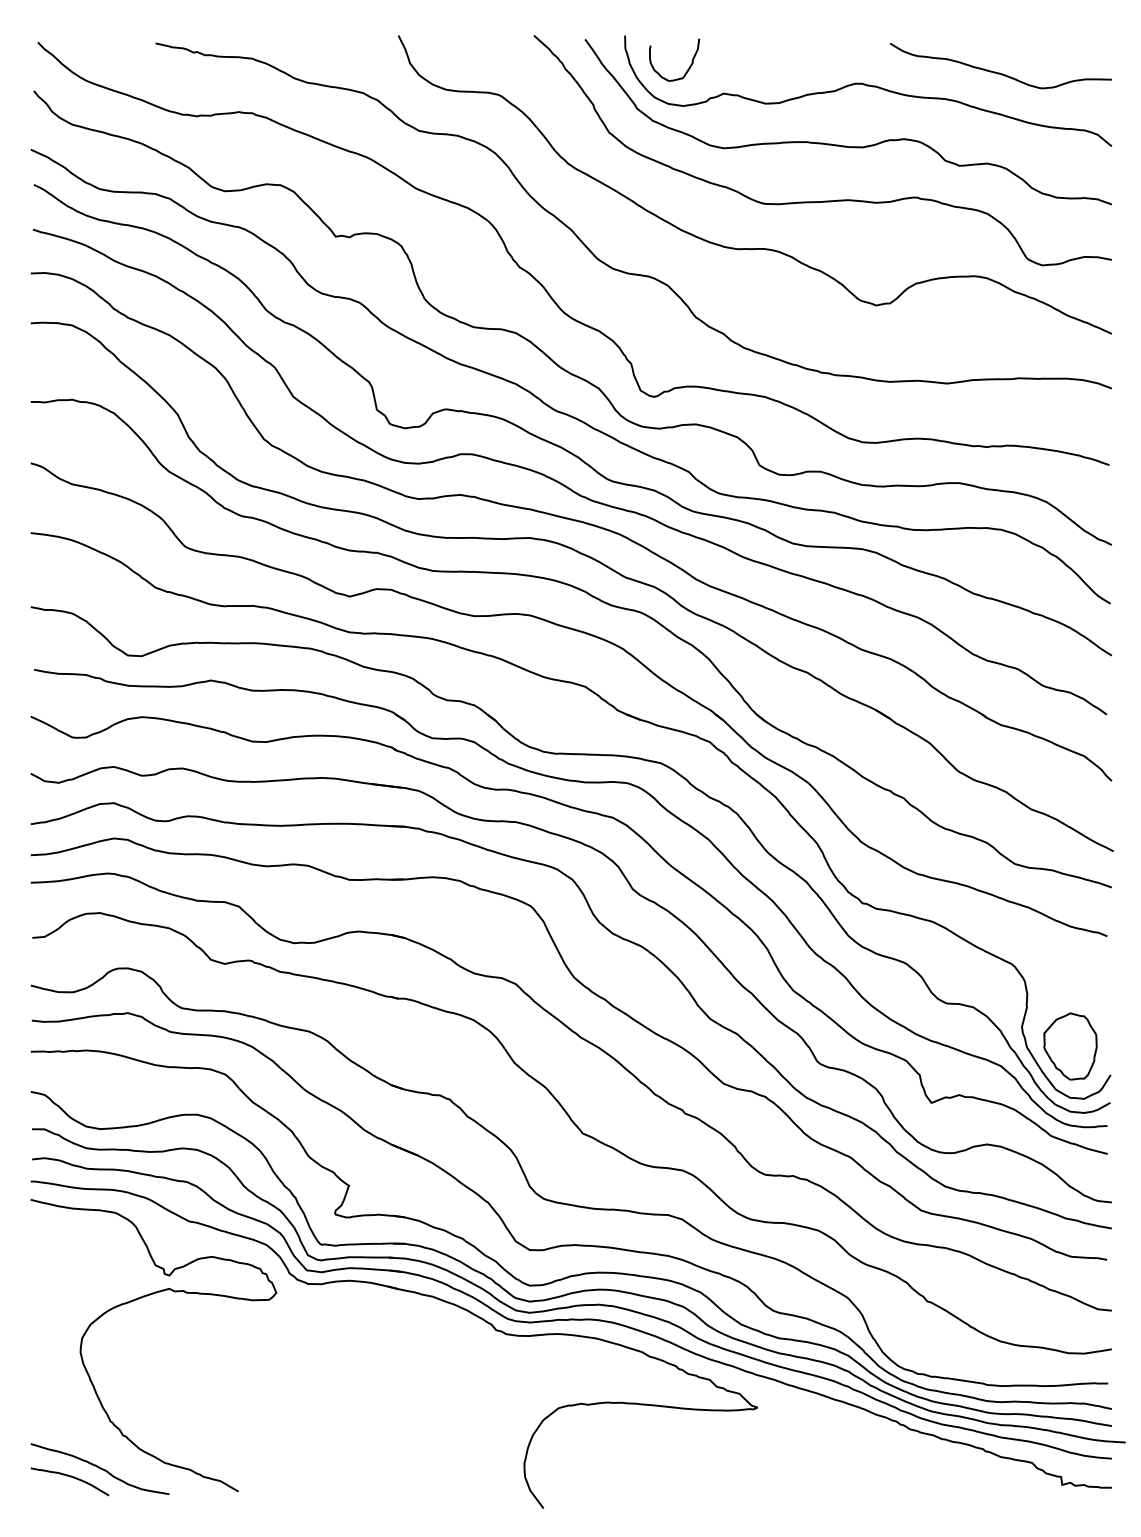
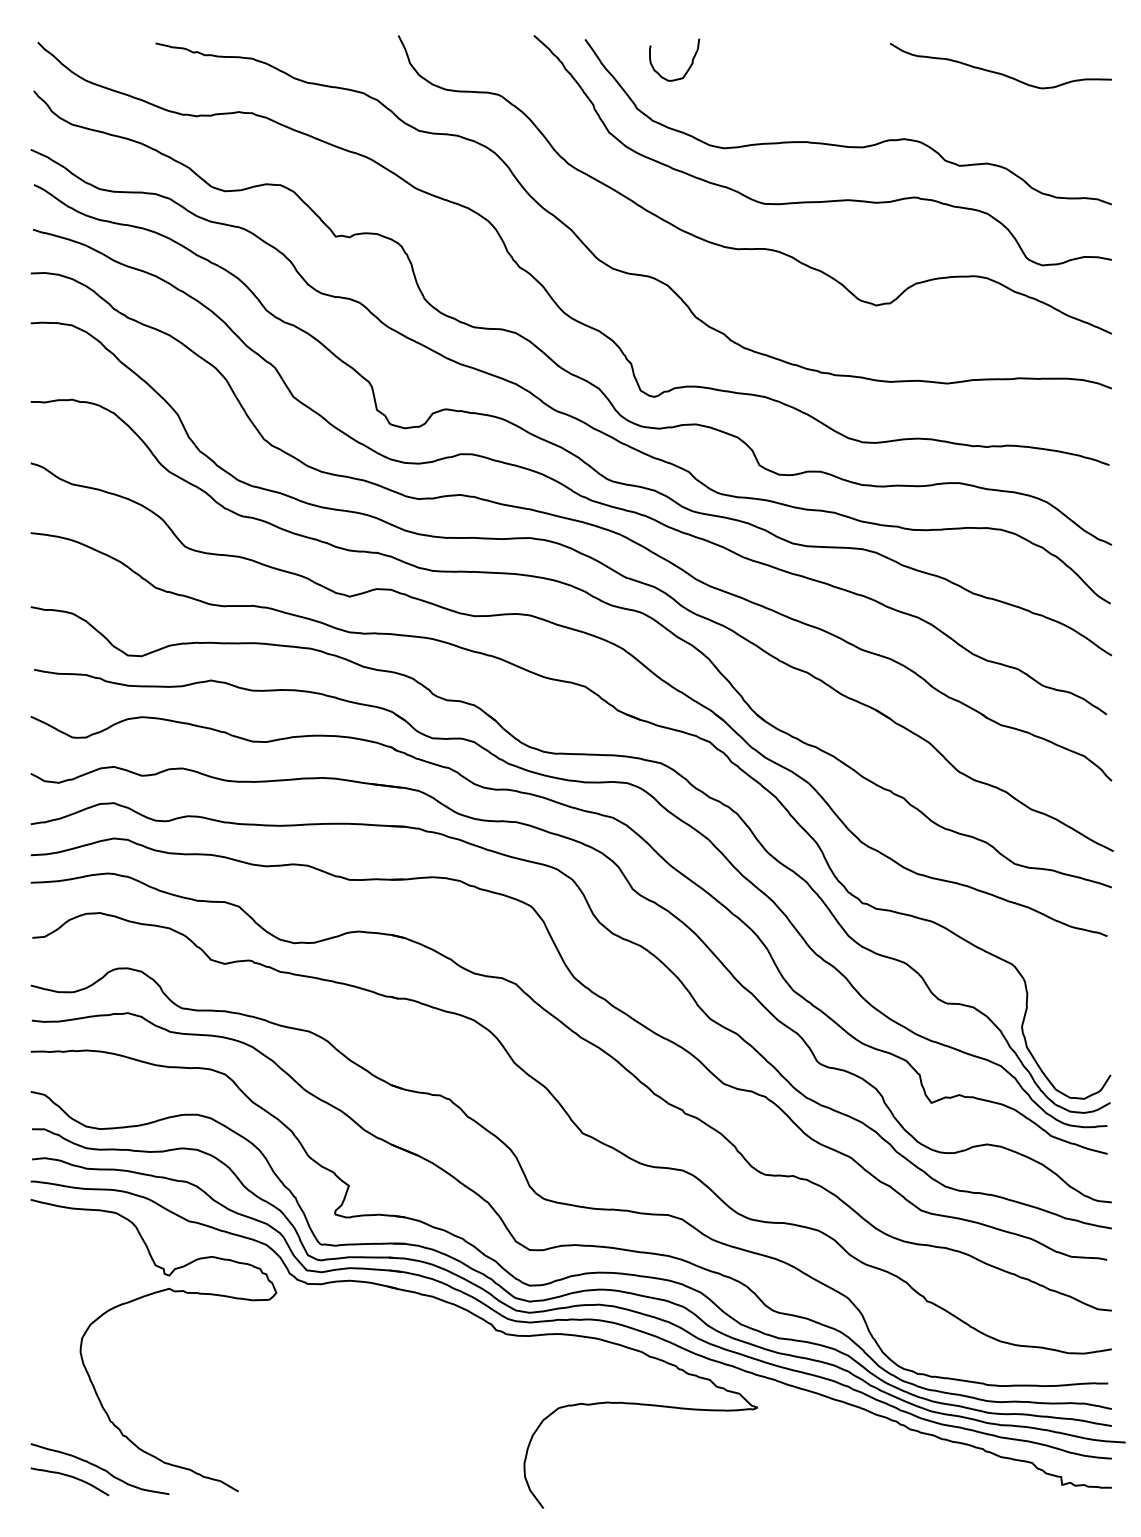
curve at (868, 86): present -> none
part at (1070, 1046): present -> none
